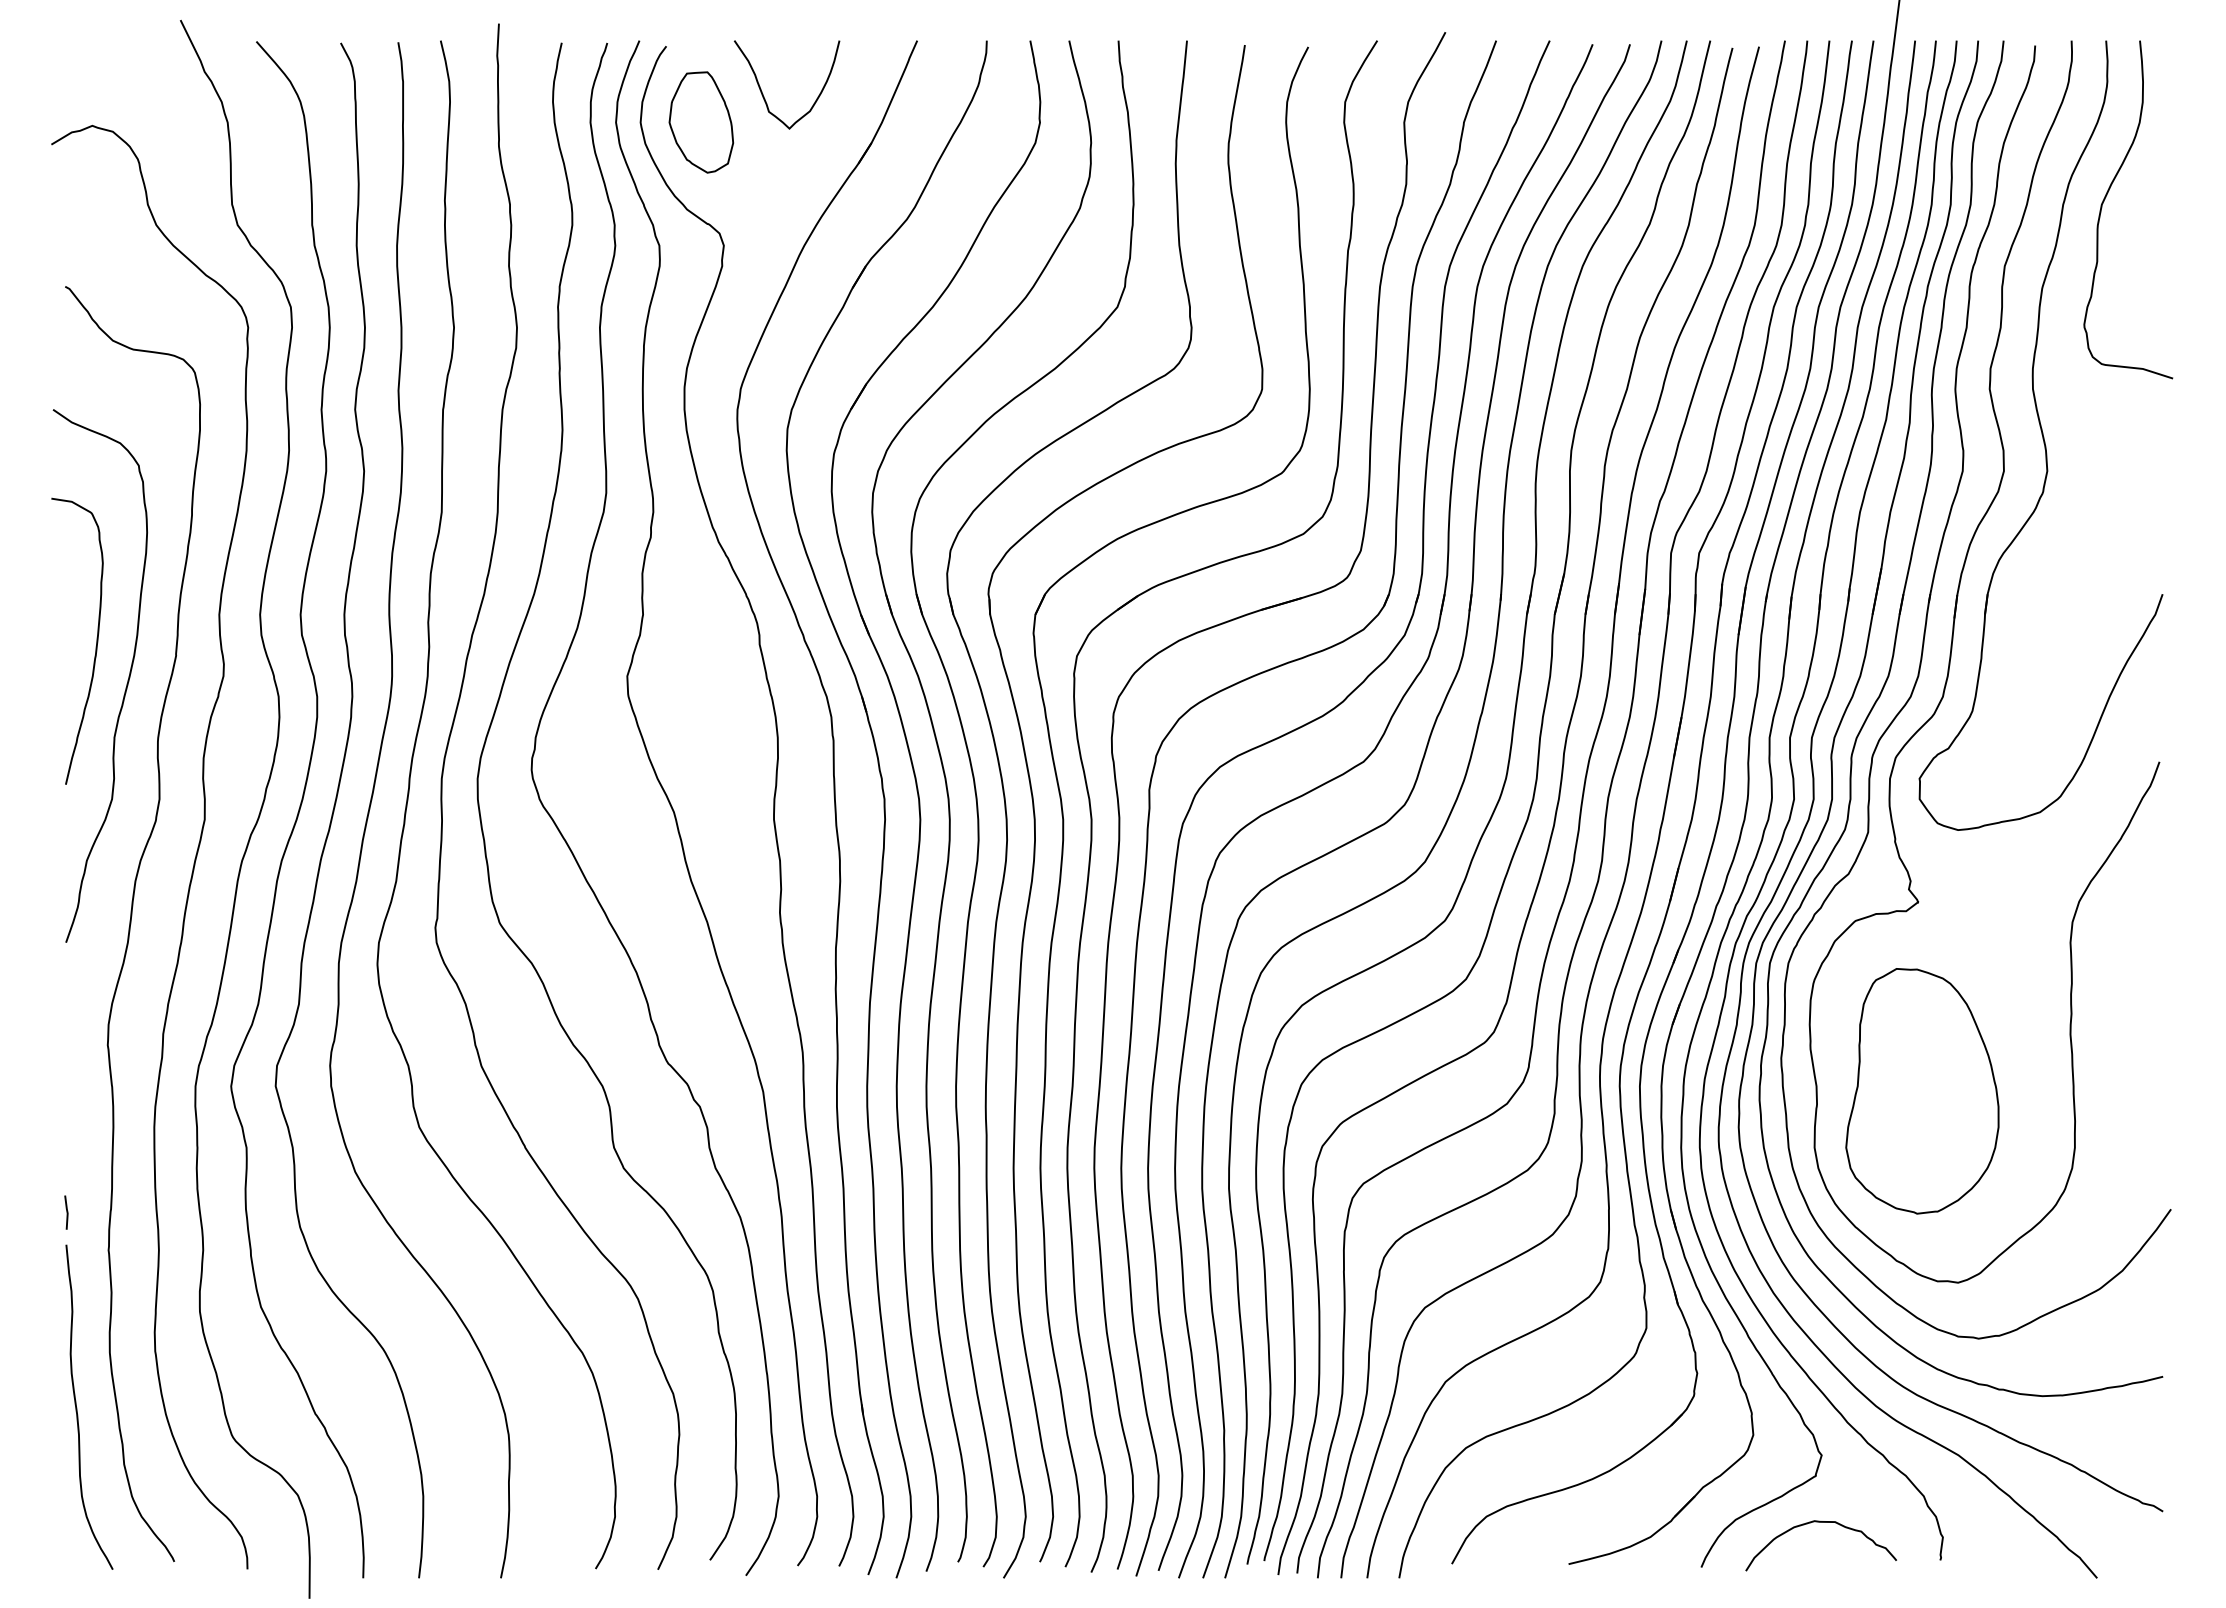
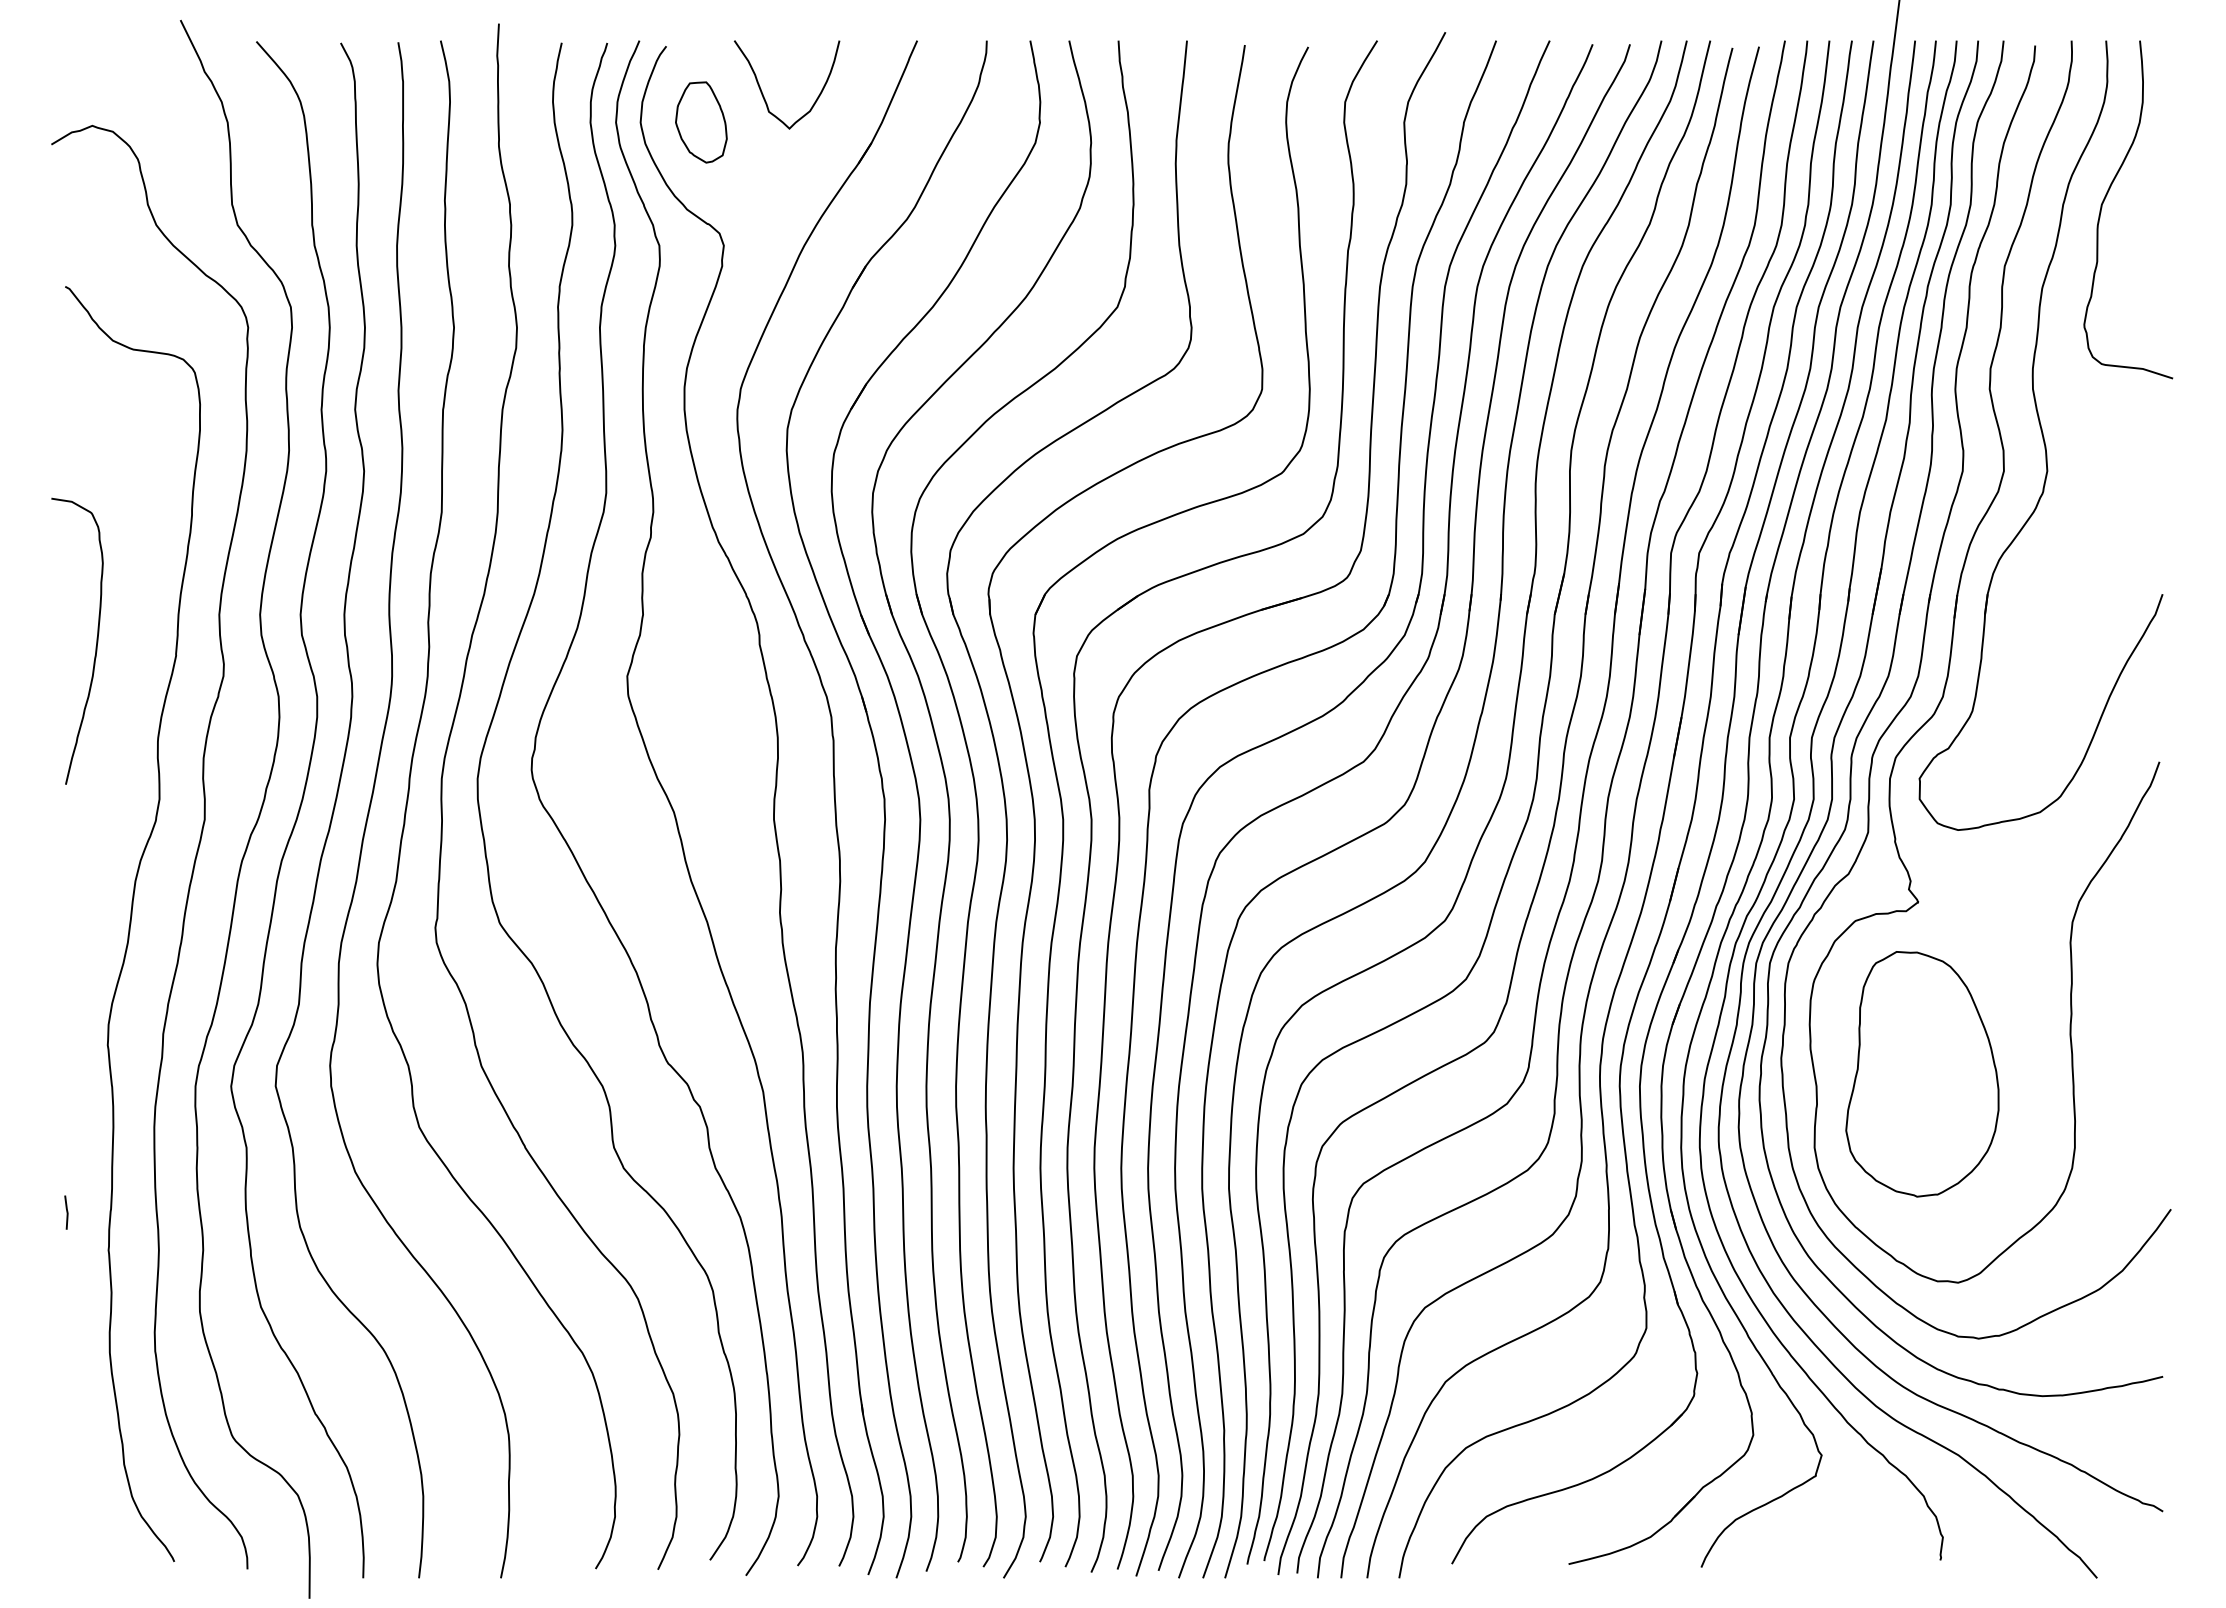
part at (701, 122) size: 67x103 px -> 53x83 px
curve at (126, 683): present -> none
part at (1922, 1091) position: (1922, 1091) -> (1922, 1074)
curve at (77, 1407): present -> none
curve at (1820, 1522): present -> none
